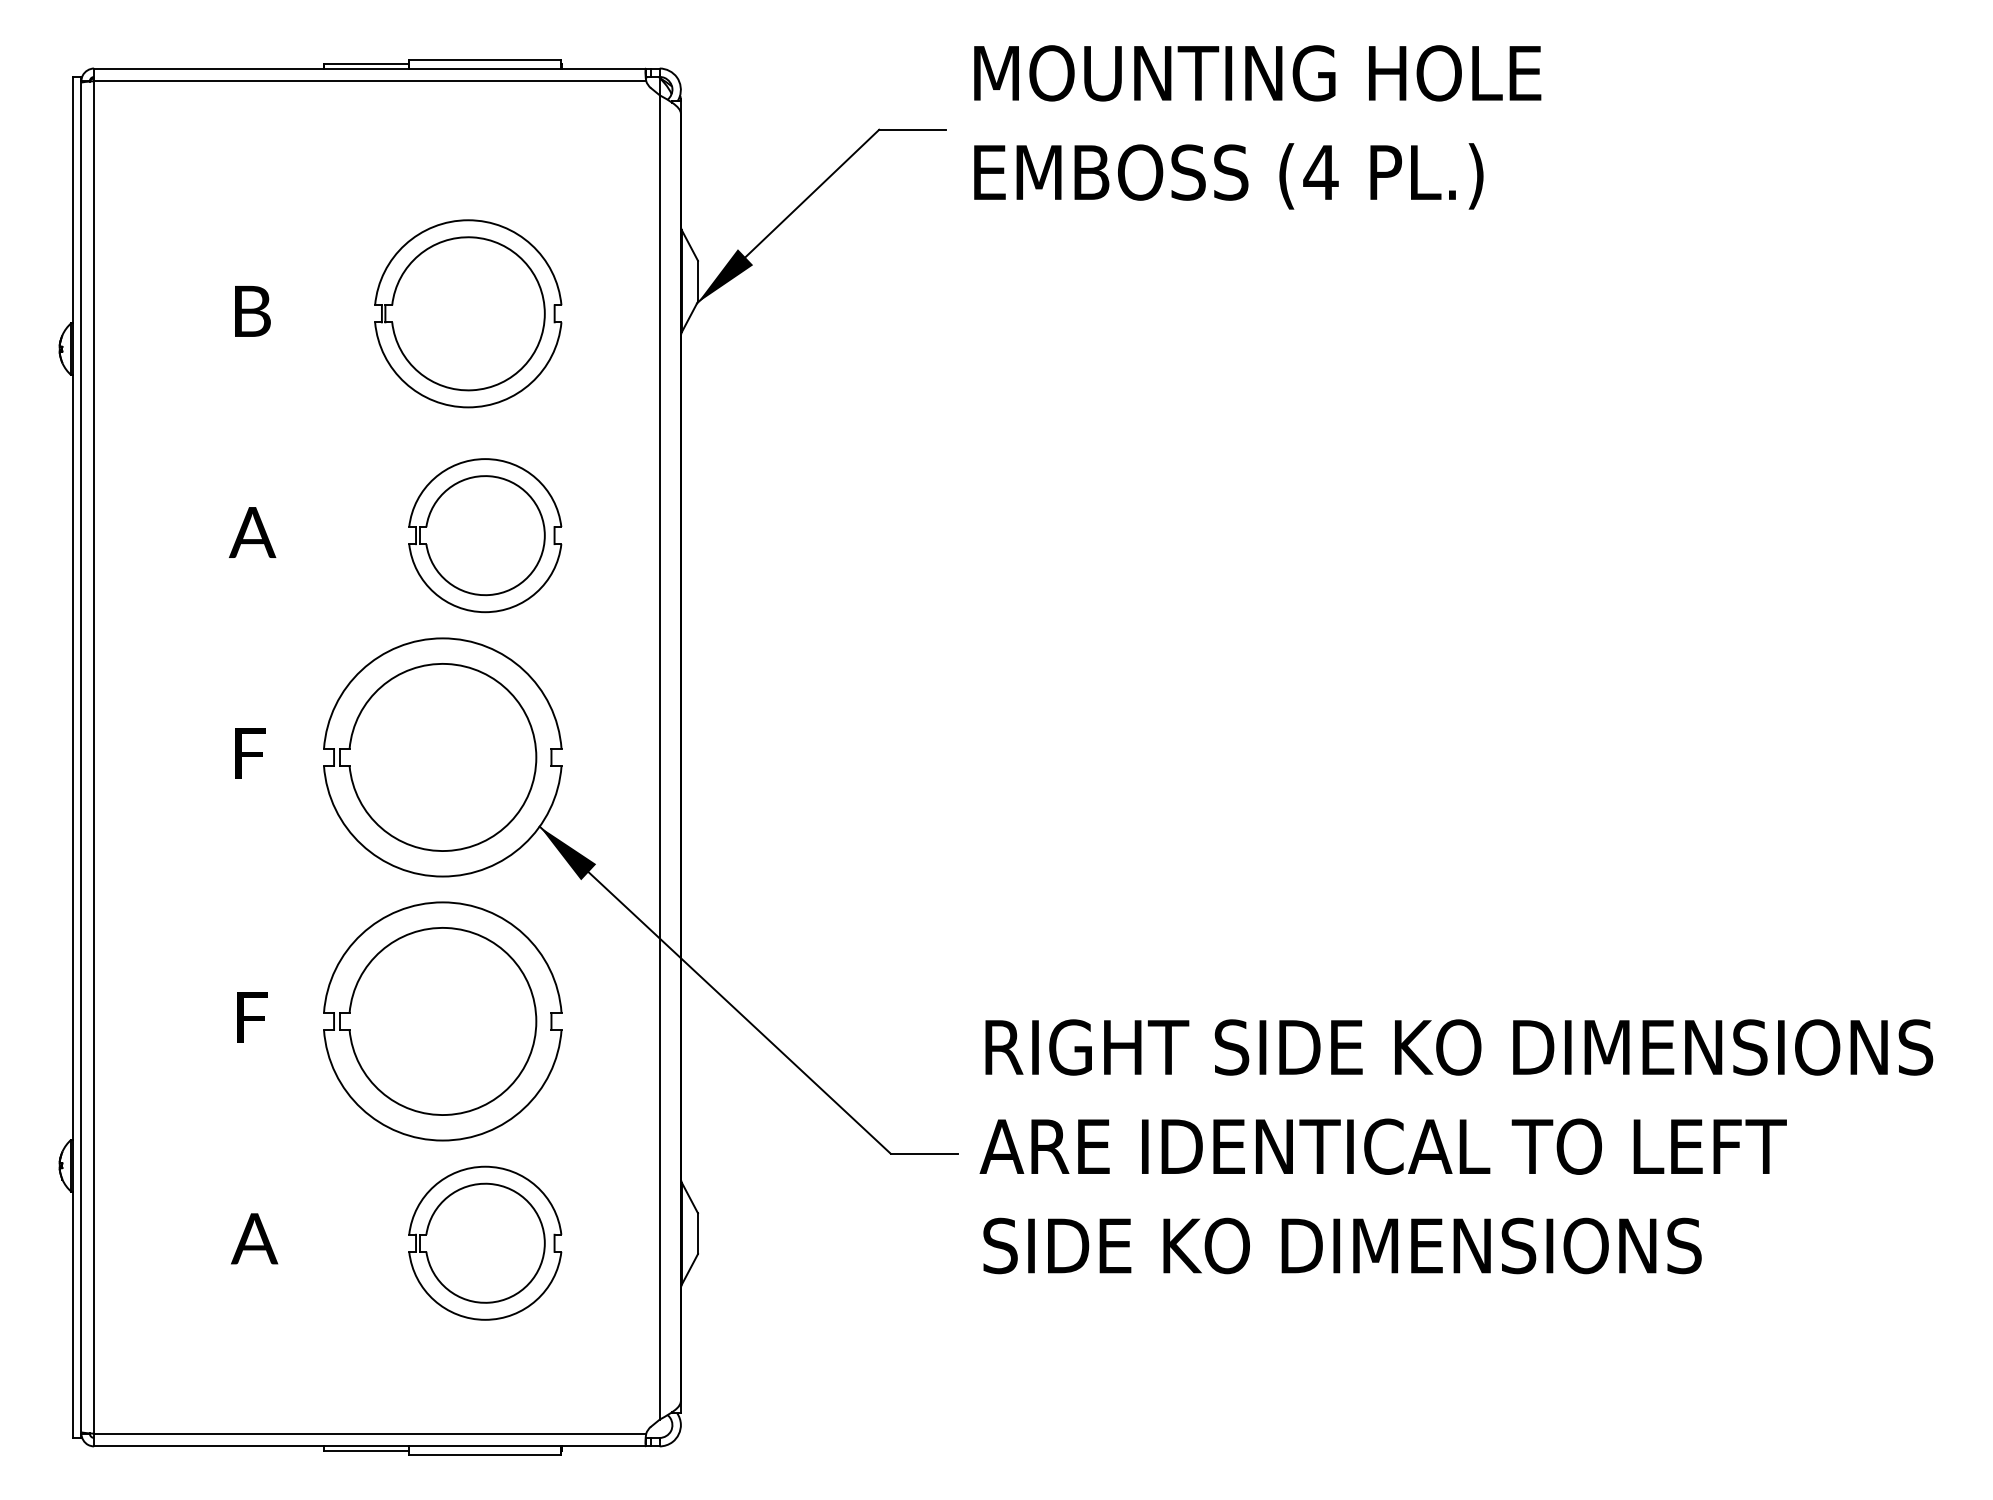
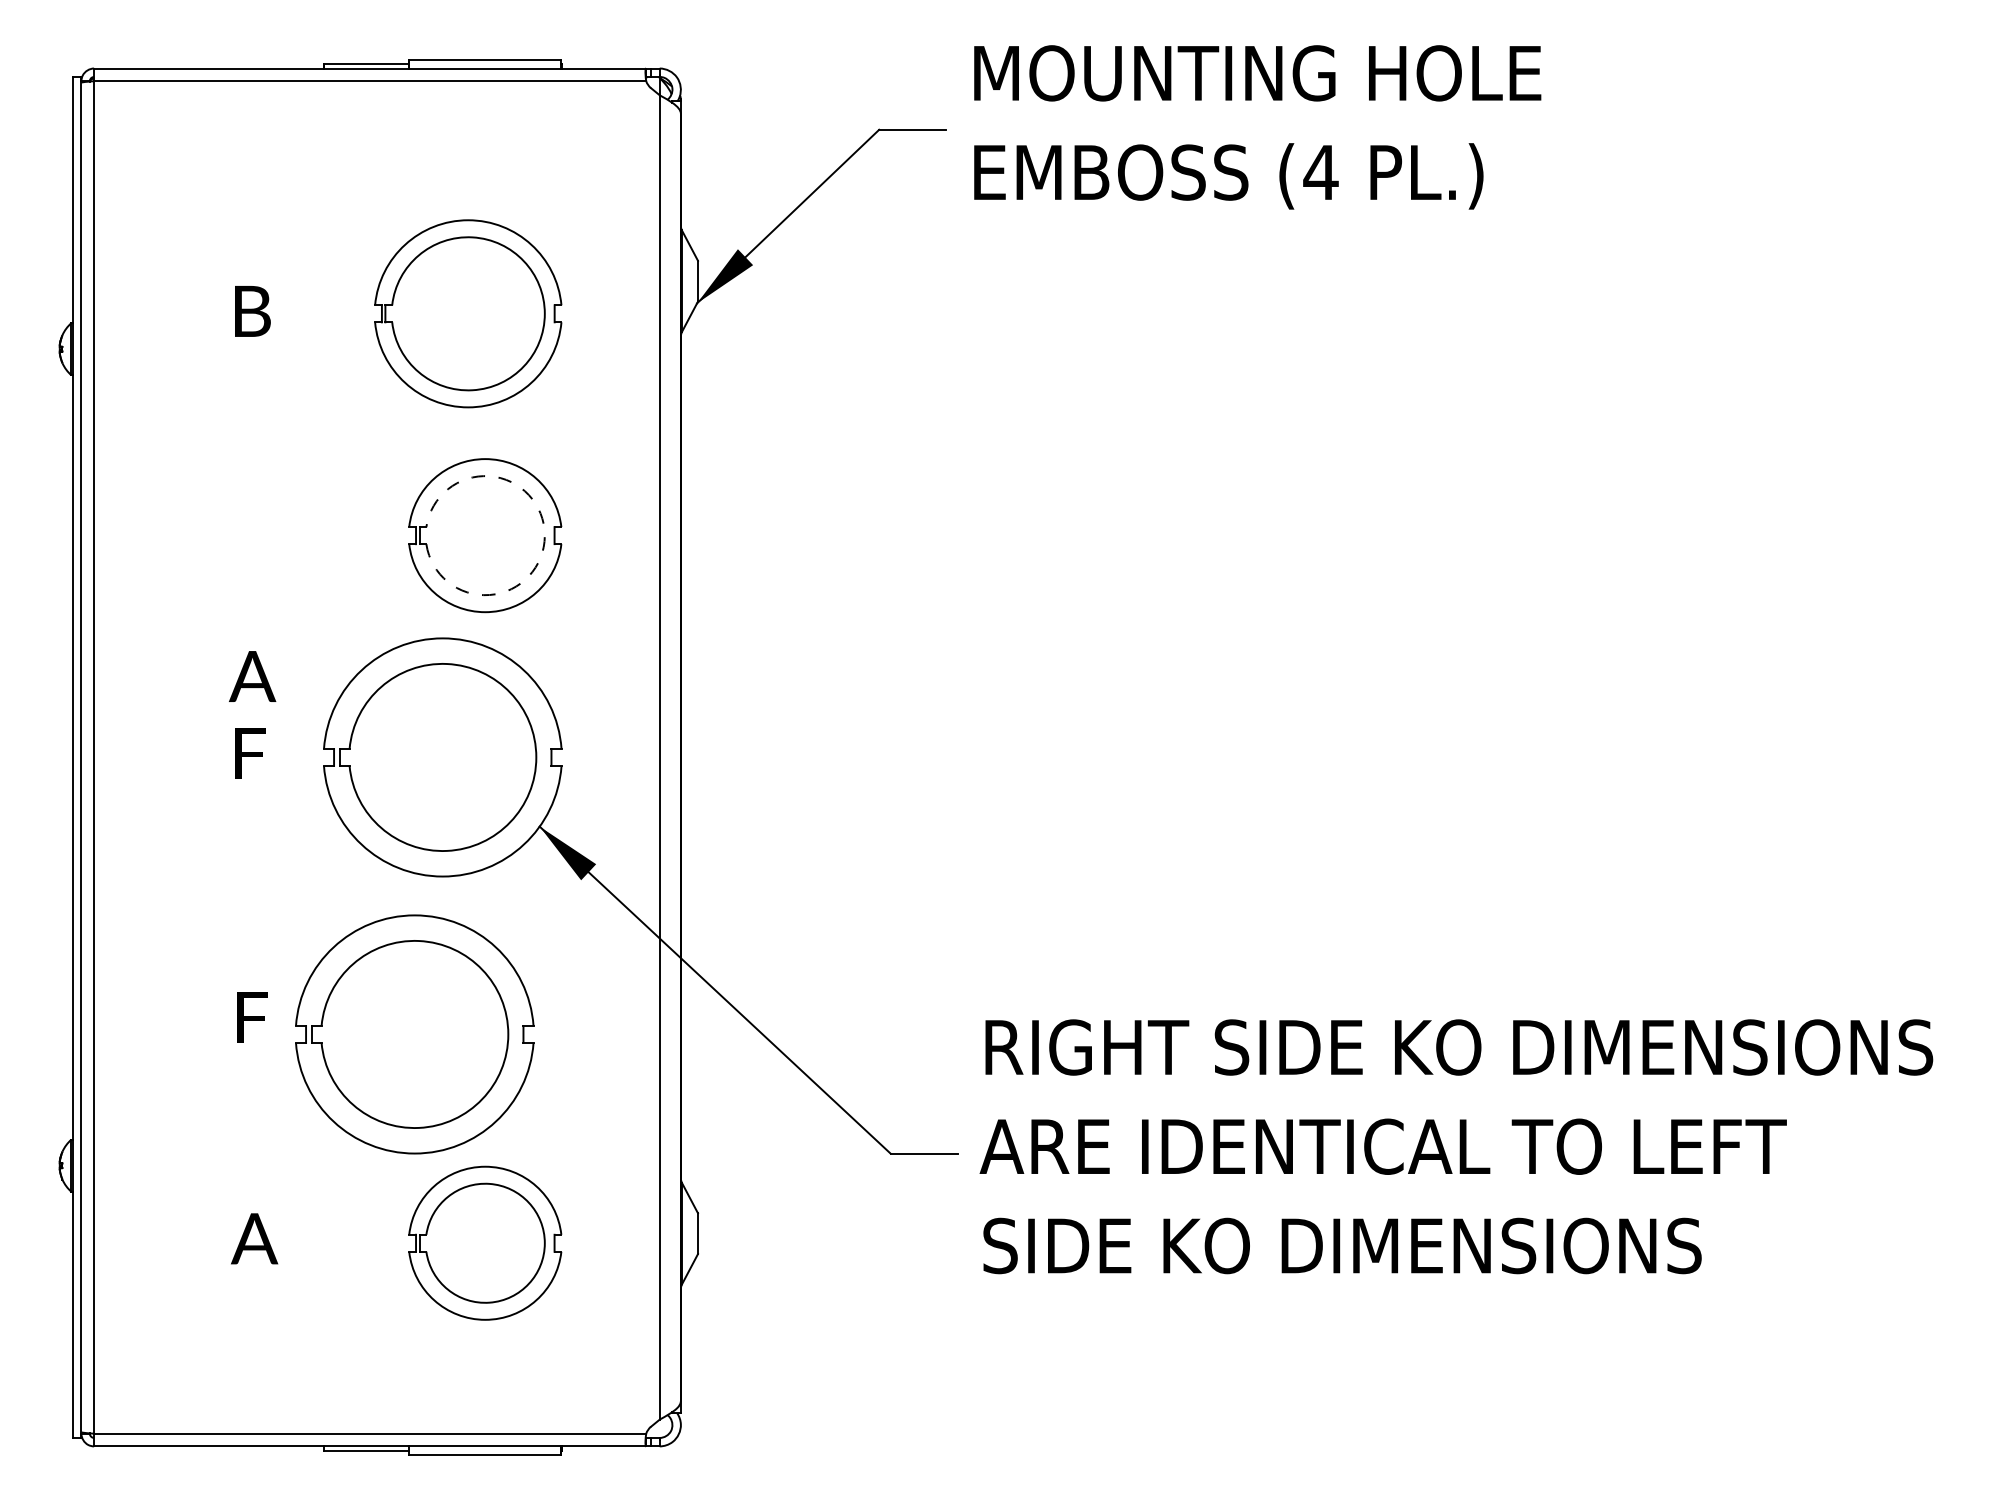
text at (252, 532) position: (252, 532) -> (252, 676)
arc at (544, 535): solid -> dashed
part at (442, 1021) position: (442, 1021) -> (414, 1034)
